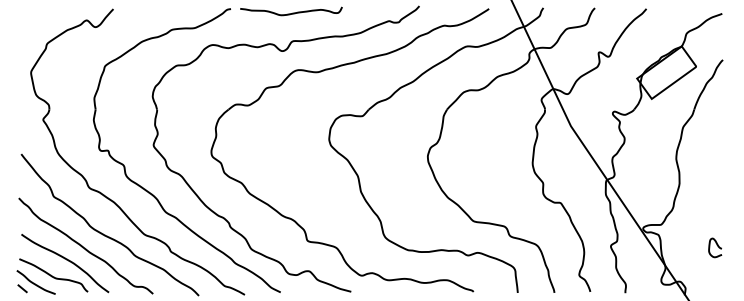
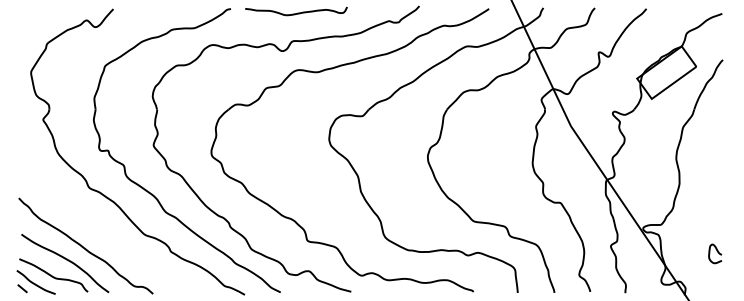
curve at (292, 12) position: (292, 12) -> (297, 12)
curve at (105, 234): present -> none
curve at (716, 245) position: (716, 245) -> (716, 251)
